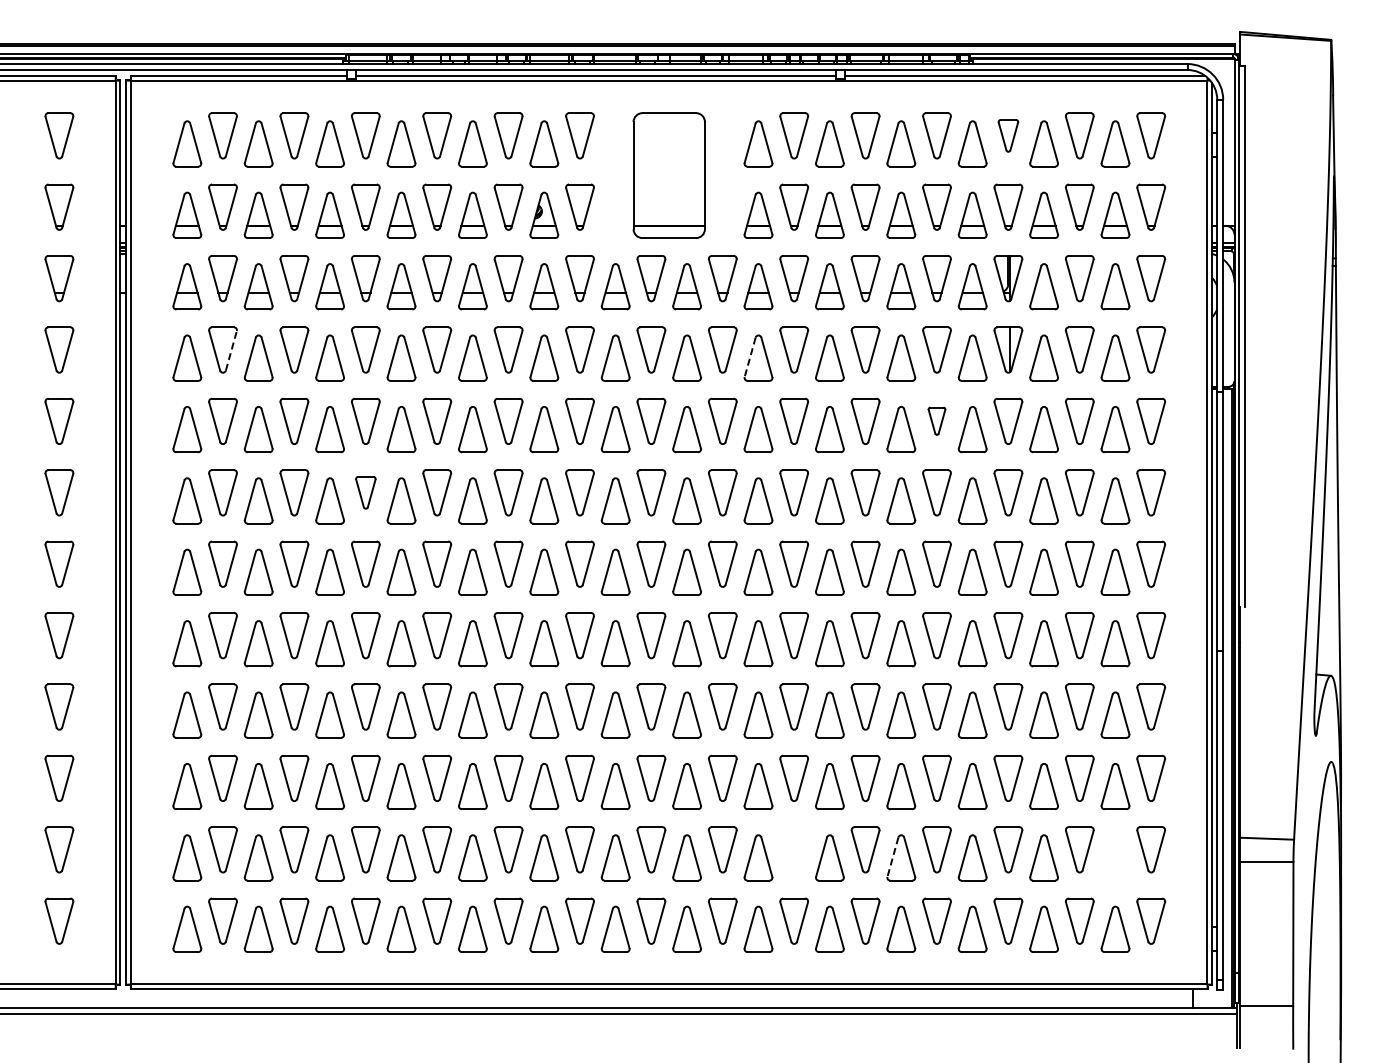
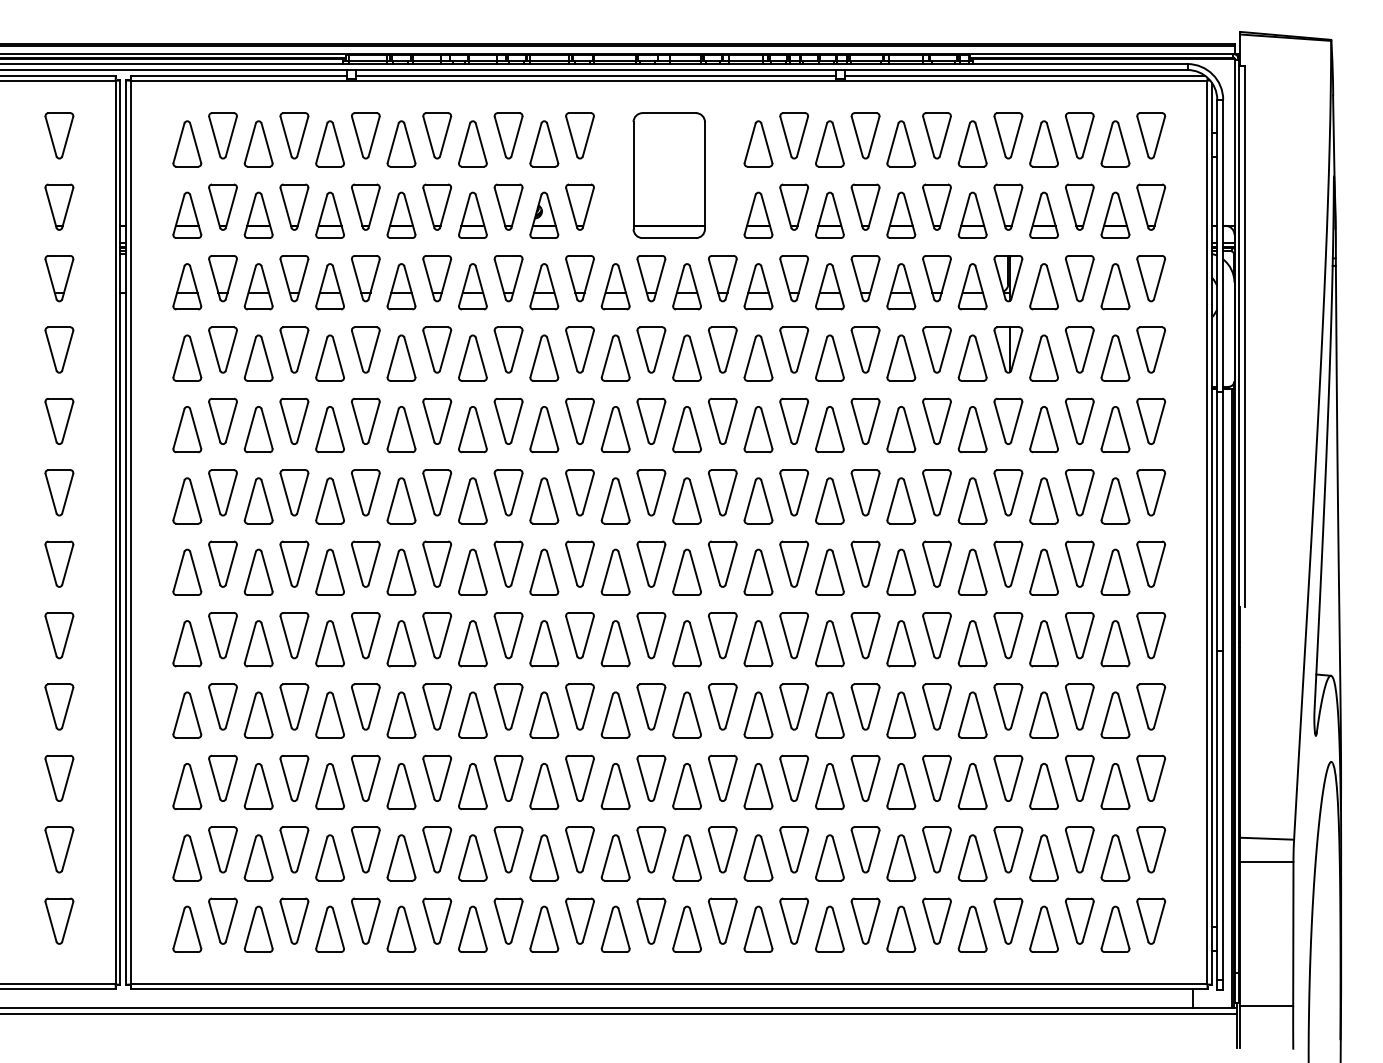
part at (1008, 135) size: 23x34 px -> 31x48 px
line at (231, 350): dashed -> solid
line at (750, 357): dashed -> solid
part at (936, 420) size: 20x30 px -> 30x48 px
part at (365, 492) size: 22x34 px -> 30x48 px
part at (794, 849): none -> present
line at (892, 857): dashed -> solid
part at (1115, 857): none -> present
